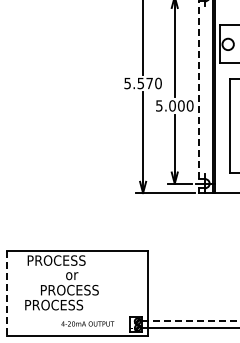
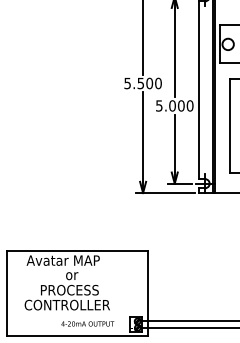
text at (149, 83): 5.570 -> 5.500
line at (198, 90): dashed -> solid
text at (62, 260): PROCESS -> Avatar MAP
line at (6, 293): dashed -> solid
text at (66, 304): PROCESS -> CONTROLLER
line at (191, 321): dashed -> solid
